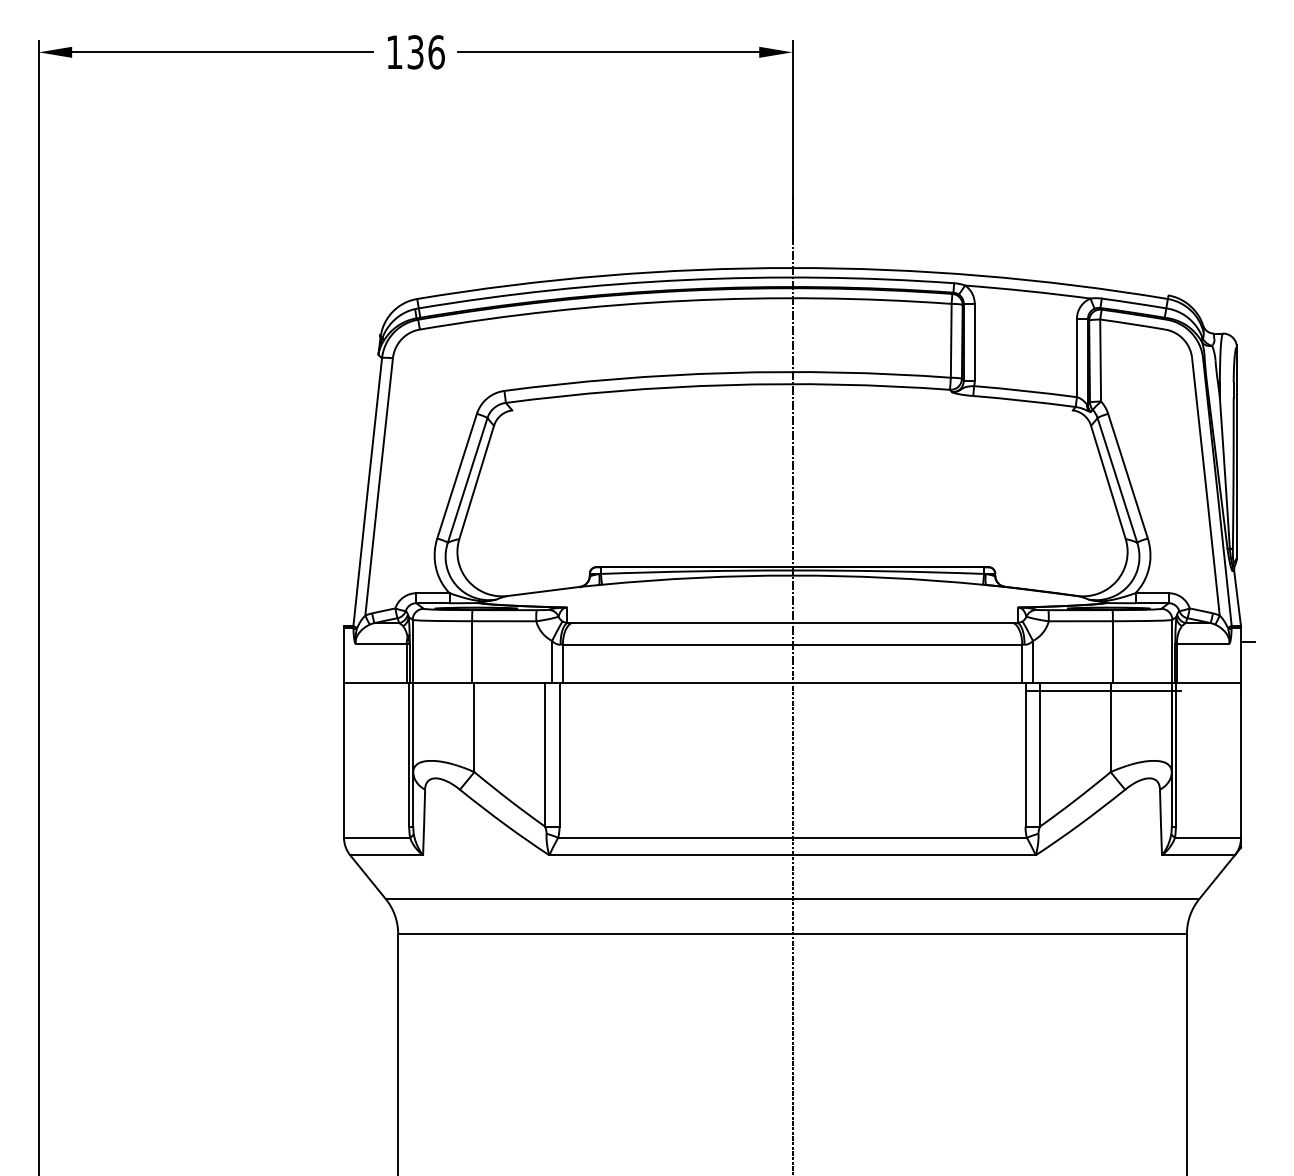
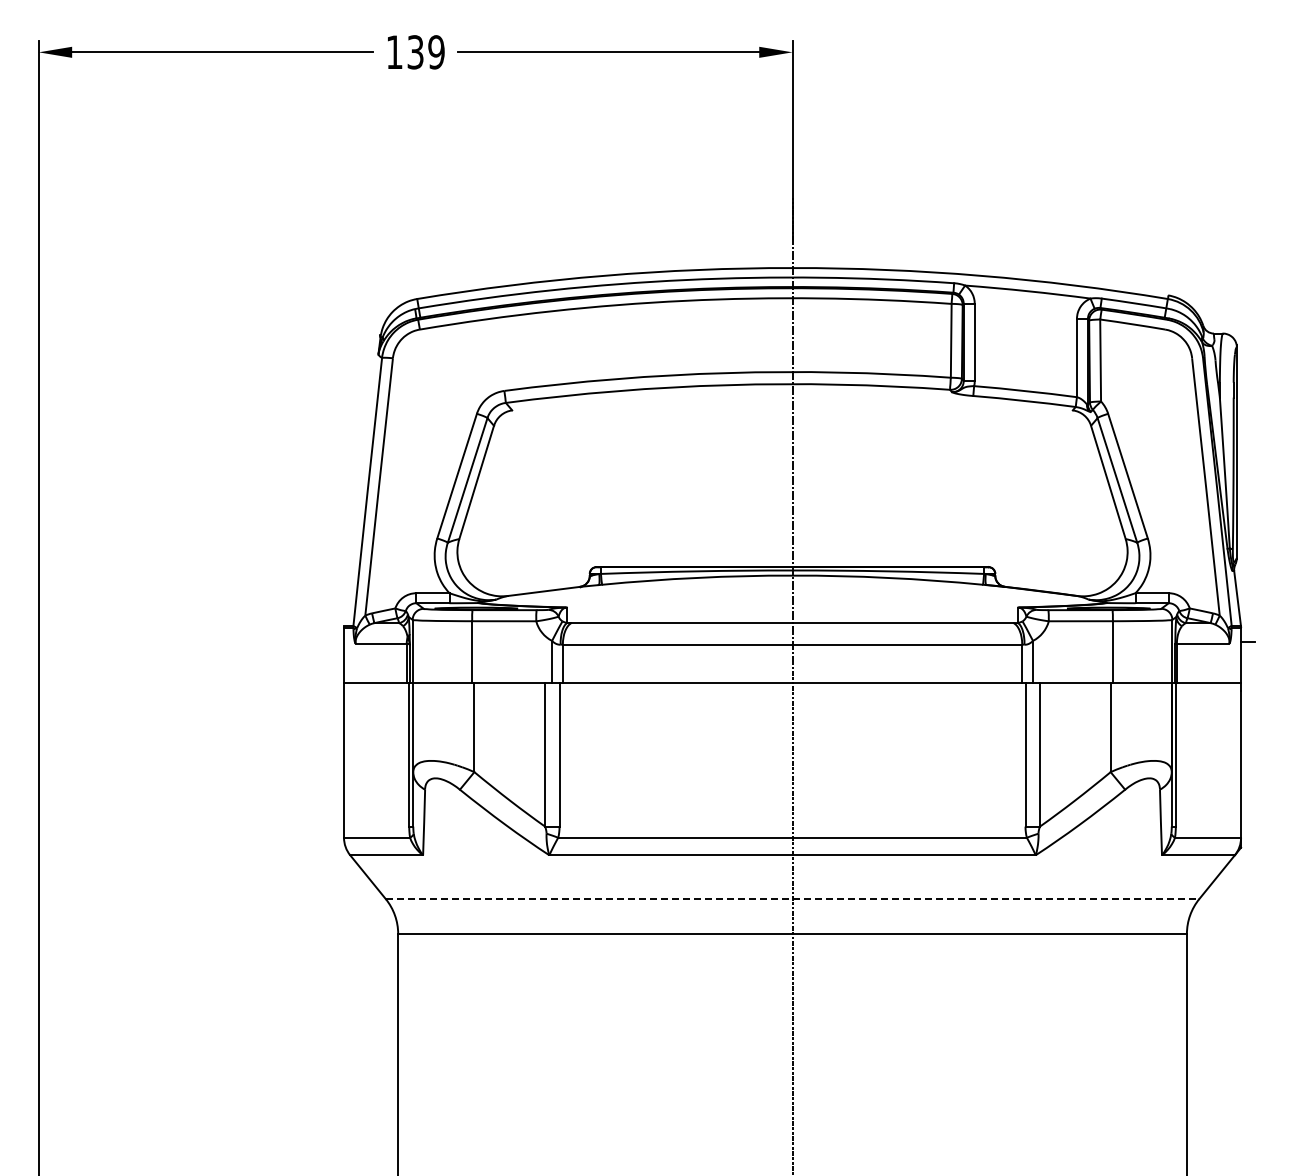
text at (436, 52): 136 -> 139
line at (1104, 691): present -> none
line at (792, 899): solid -> dashed
